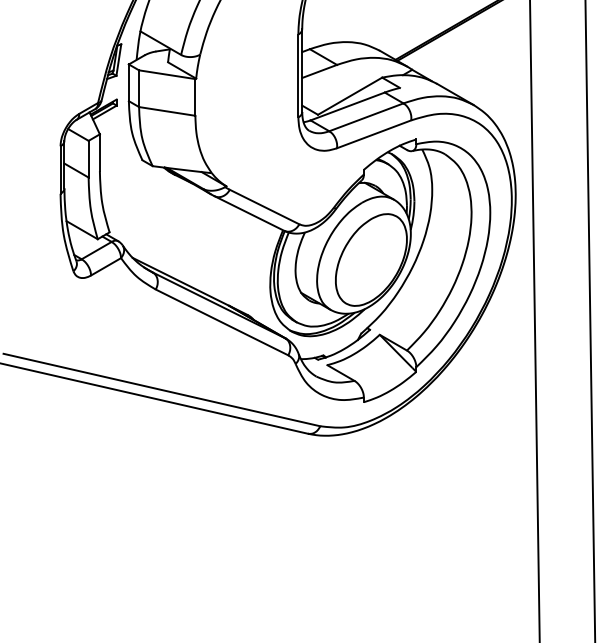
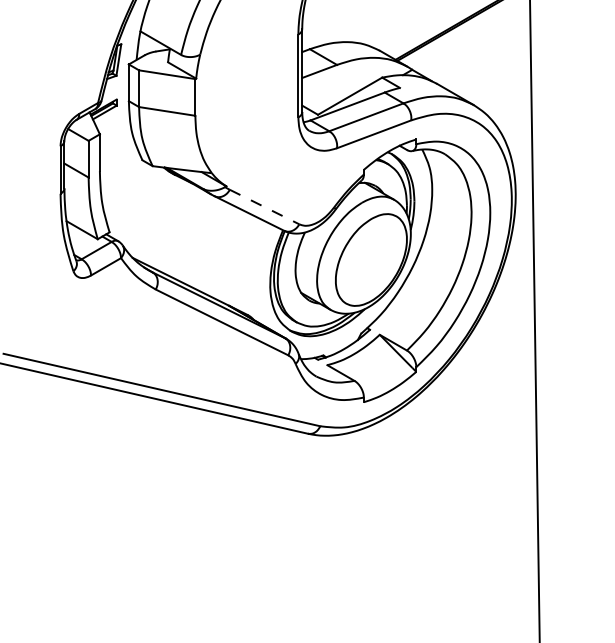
line at (264, 207): solid -> dashed
line at (590, 320): present -> none
